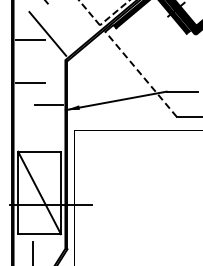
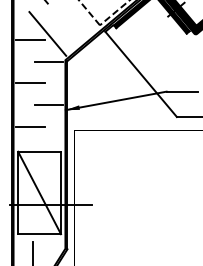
line at (49, 61): none -> present
line at (141, 74): dashed -> solid
line at (30, 126): none -> present
